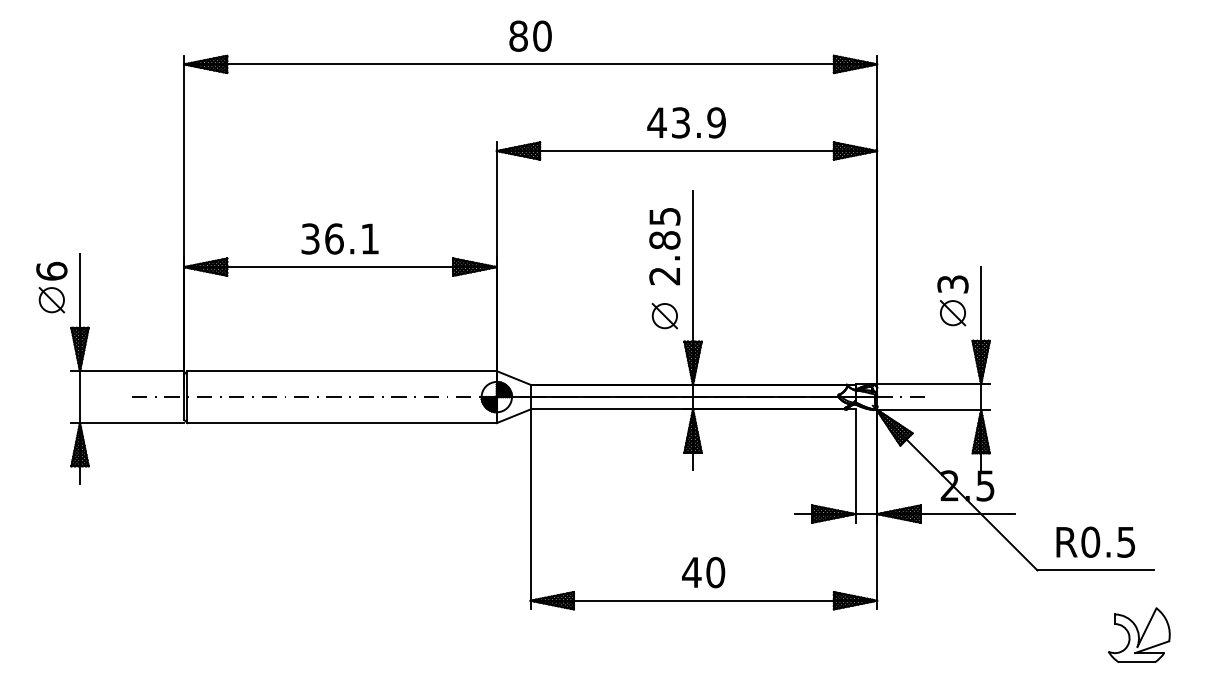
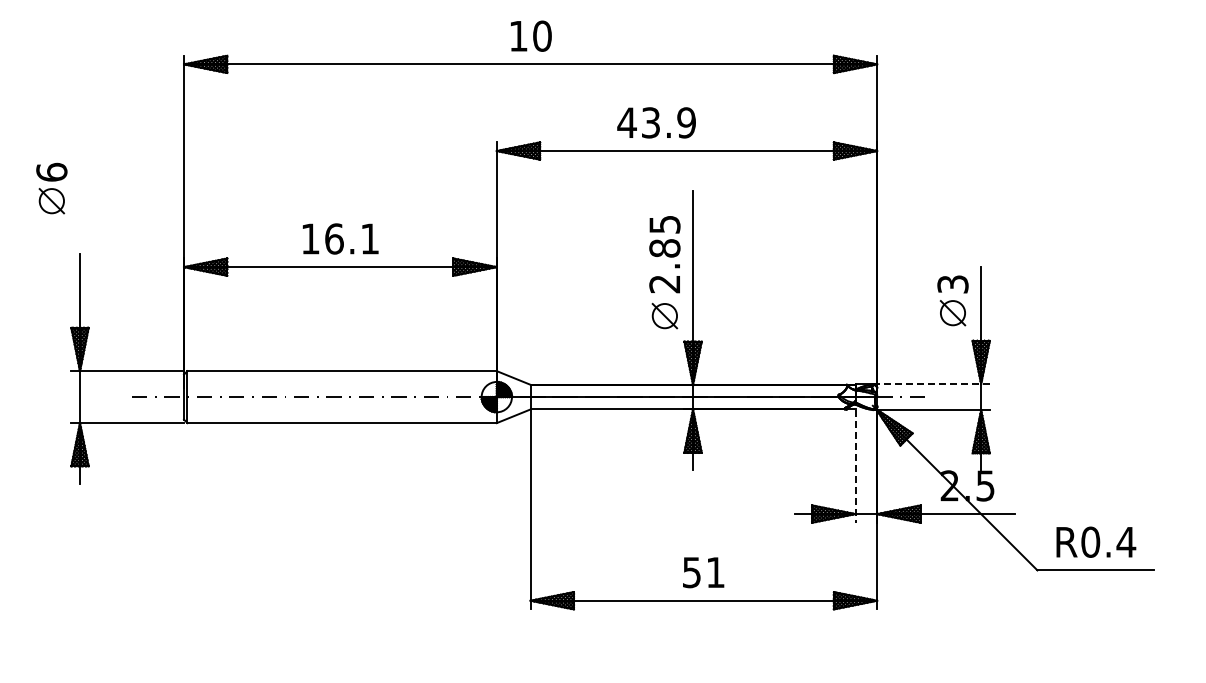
text at (518, 35): 80 -> 10
text at (686, 122) position: (686, 122) -> (656, 122)
text at (310, 238): 36.1 -> 16.1
text at (664, 246) position: (664, 246) -> (664, 254)
part at (51, 287) position: (51, 287) -> (51, 188)
line at (930, 384): solid -> dashed
line at (855, 466): solid -> dashed
text at (1126, 542): R0.5 -> R0.4
text at (703, 572): 40 -> 51
part at (1139, 634): present -> none
